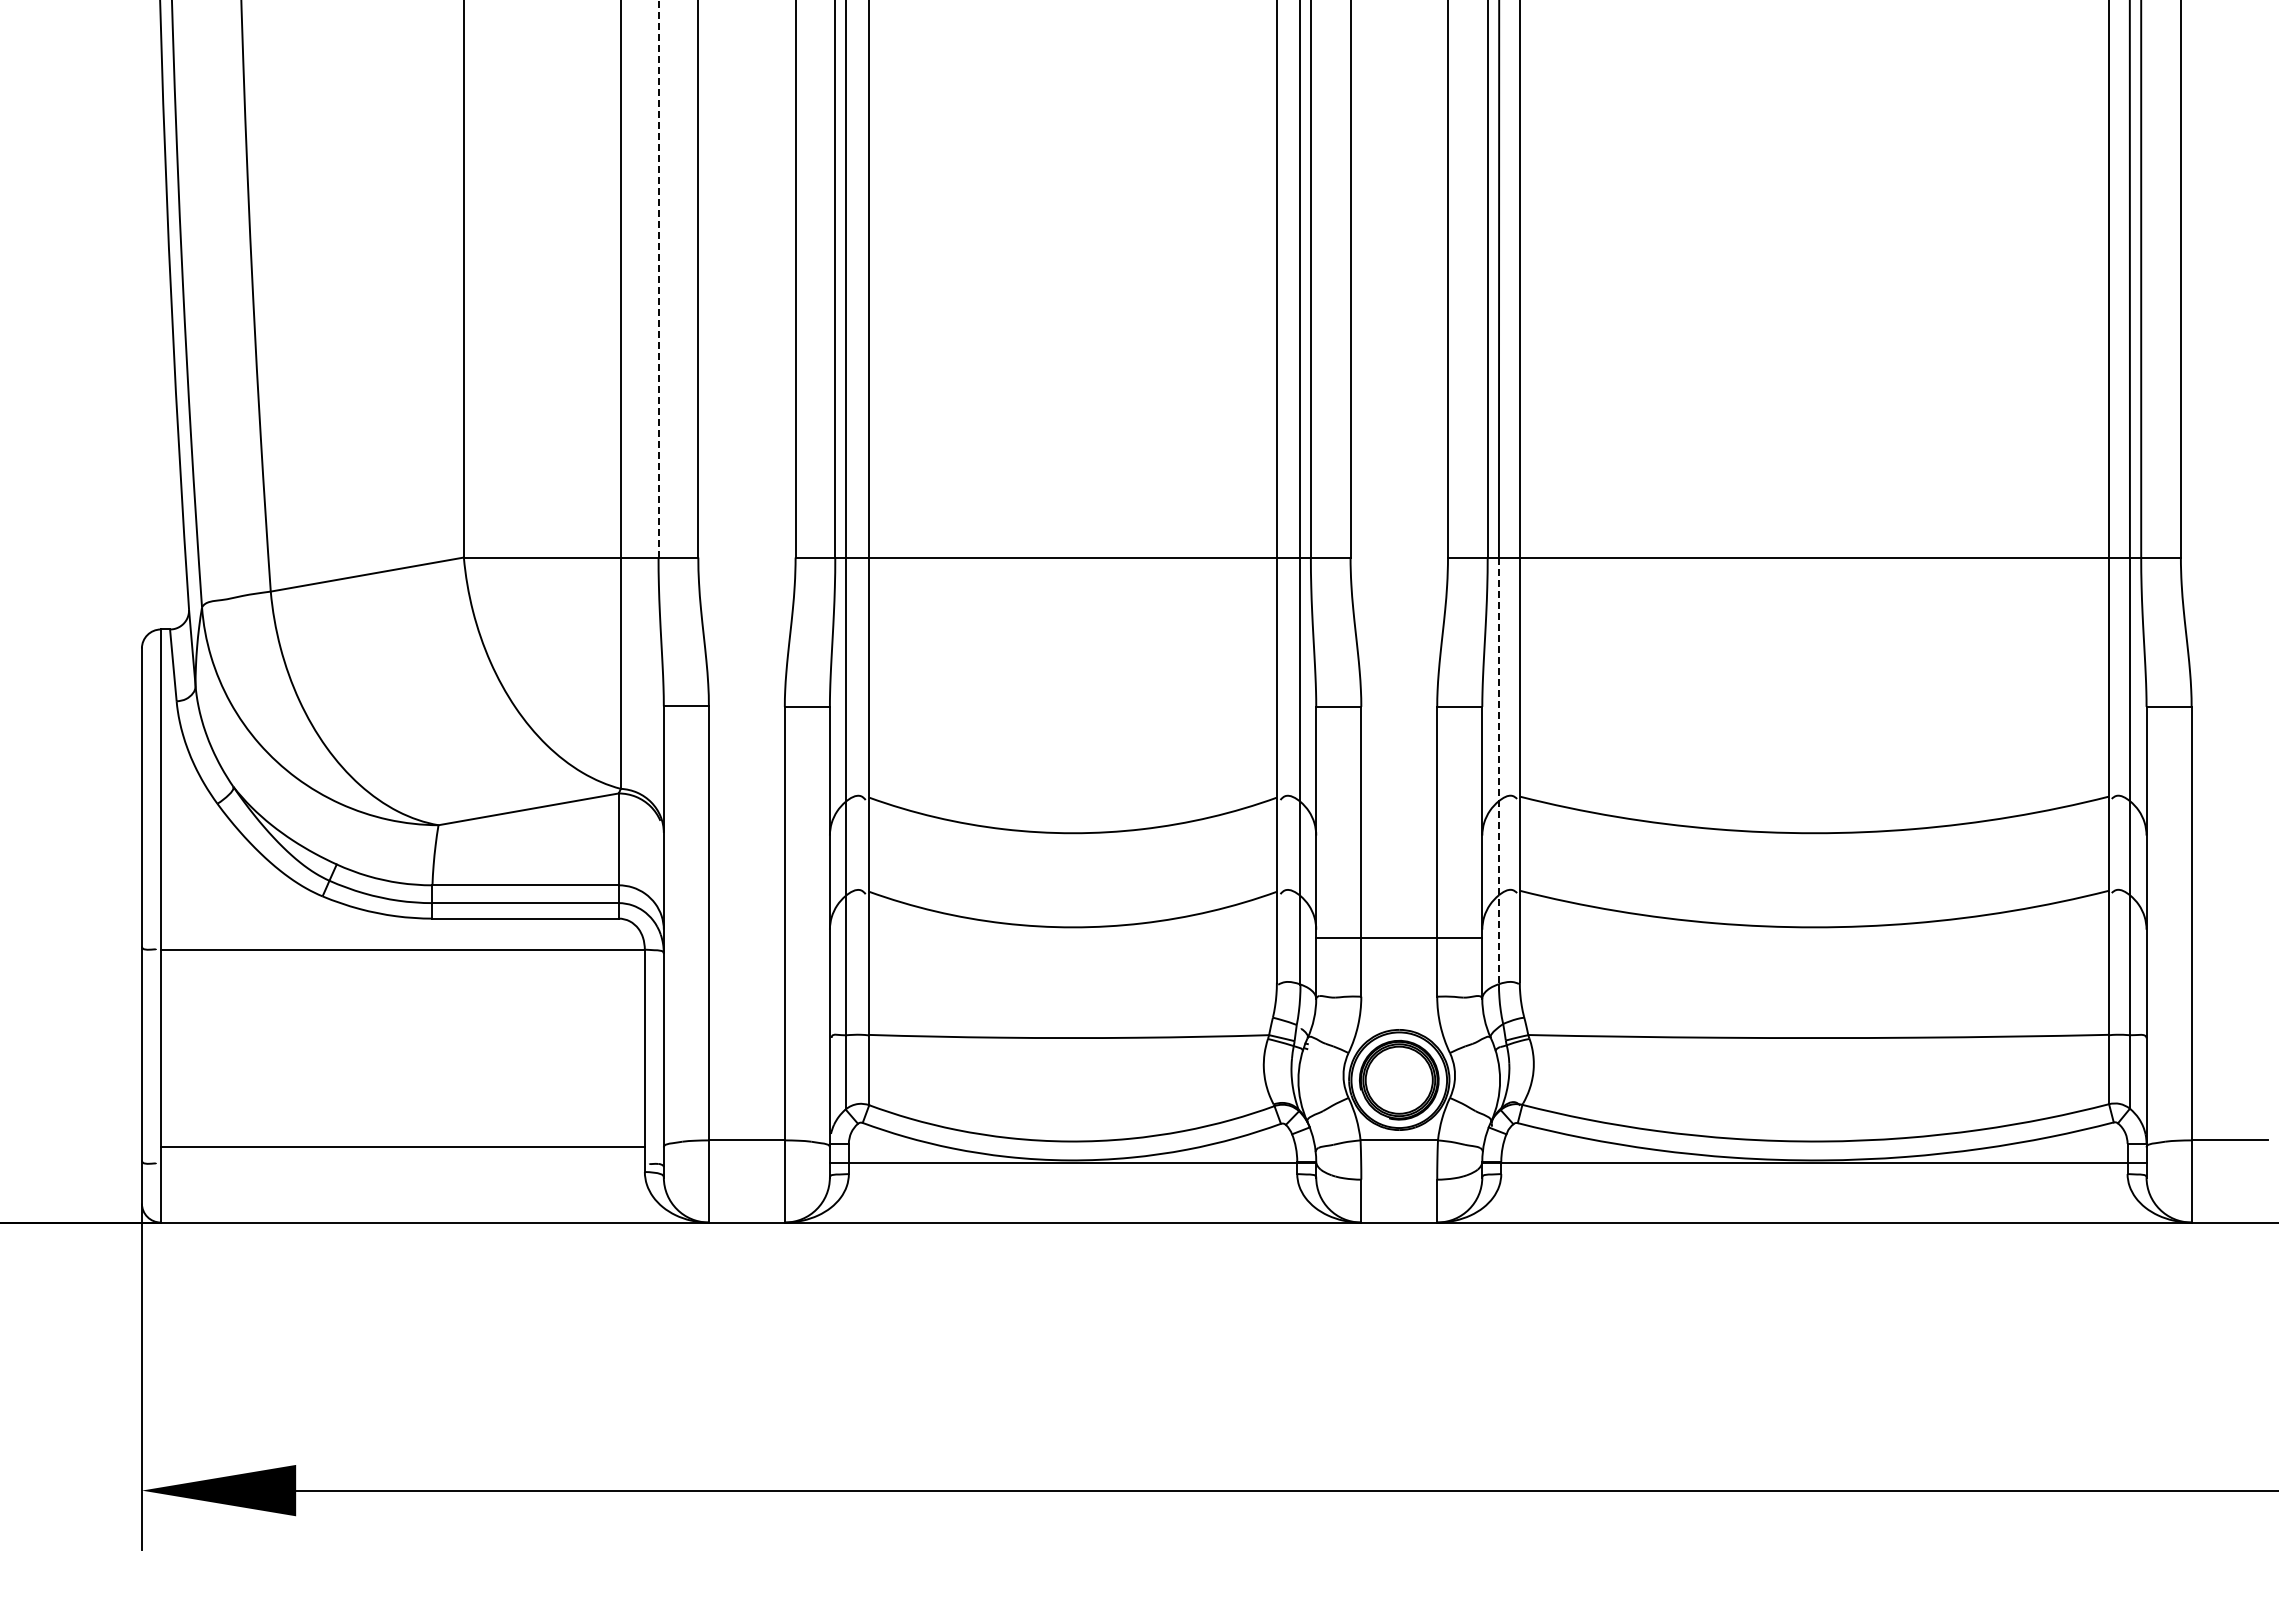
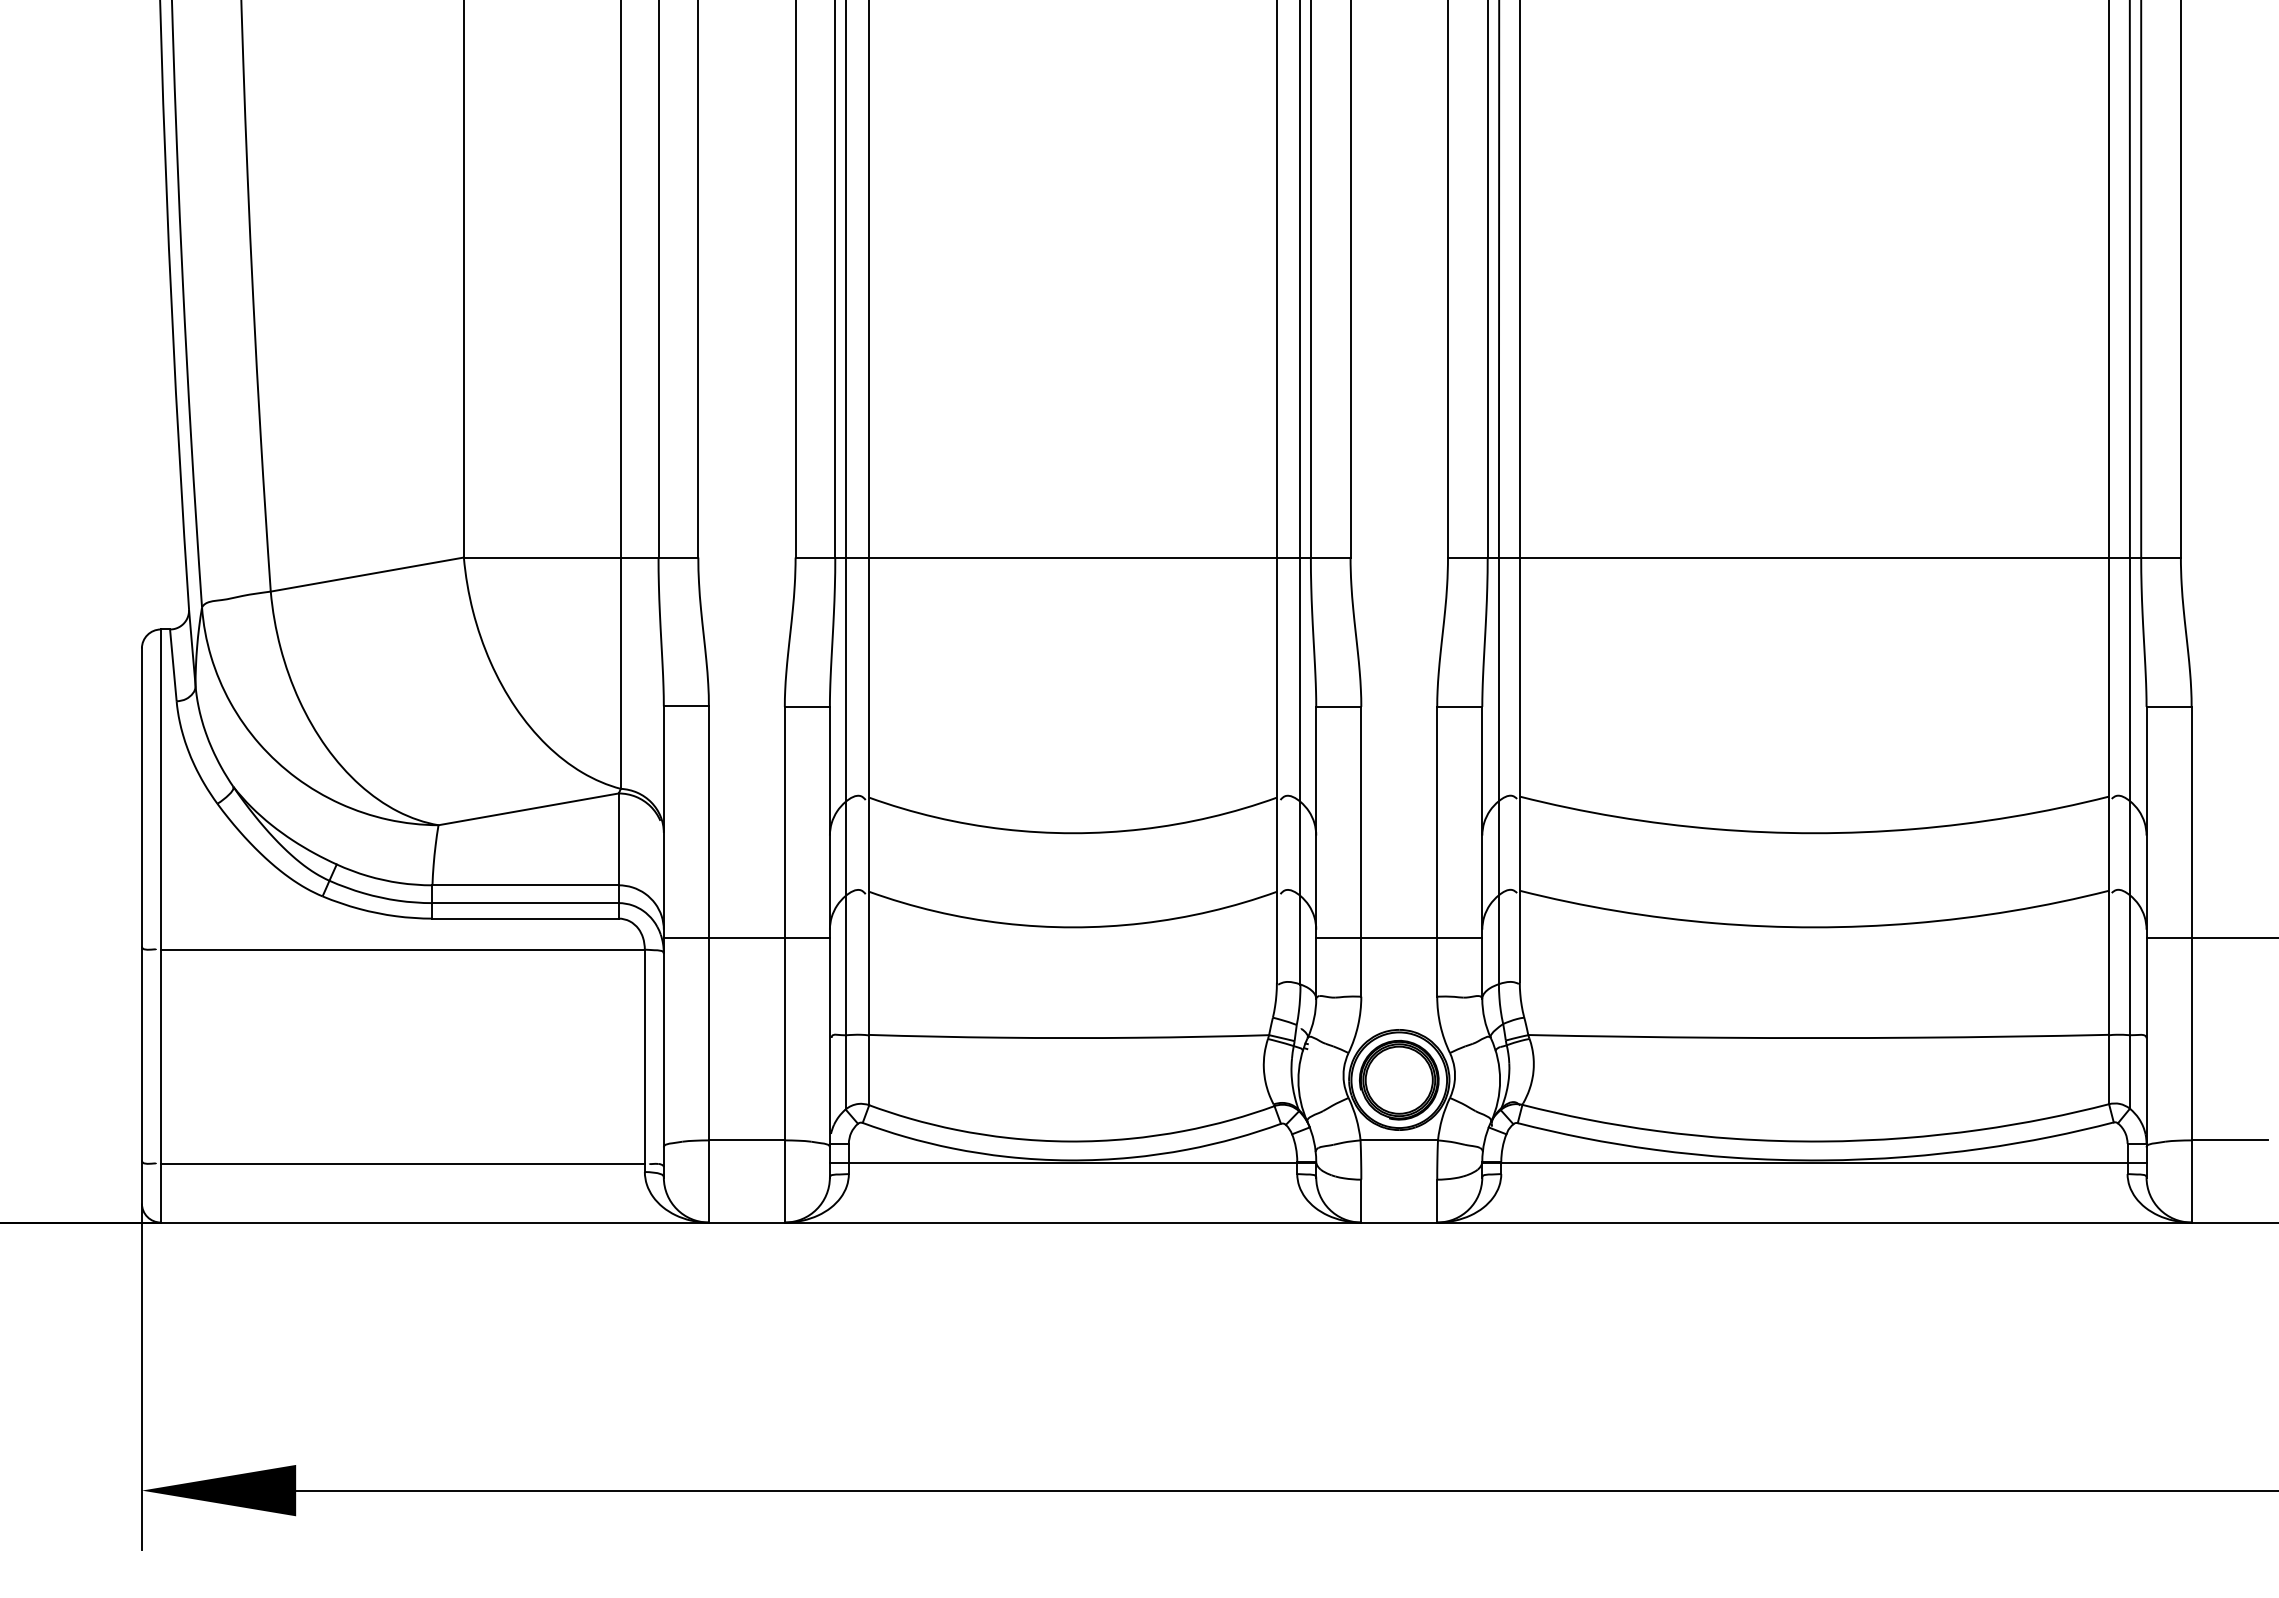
line at (658, 278): dashed -> solid
line at (1498, 771): dashed -> solid
line at (746, 938): none -> present
line at (2210, 938): none -> present
line at (402, 1146) position: (402, 1146) -> (402, 1163)
